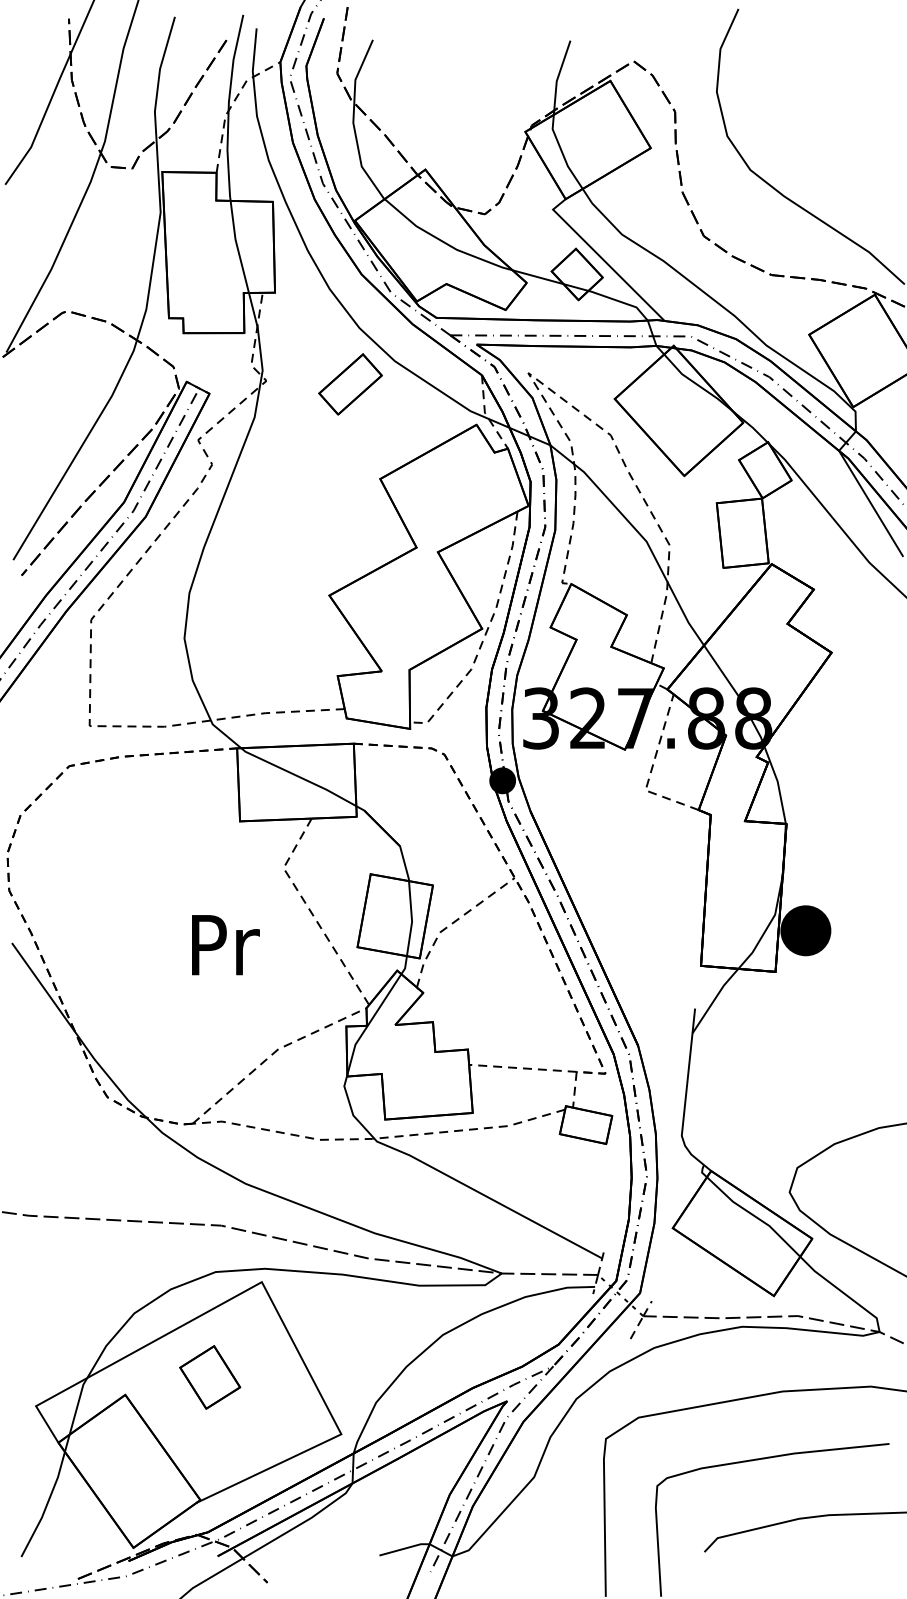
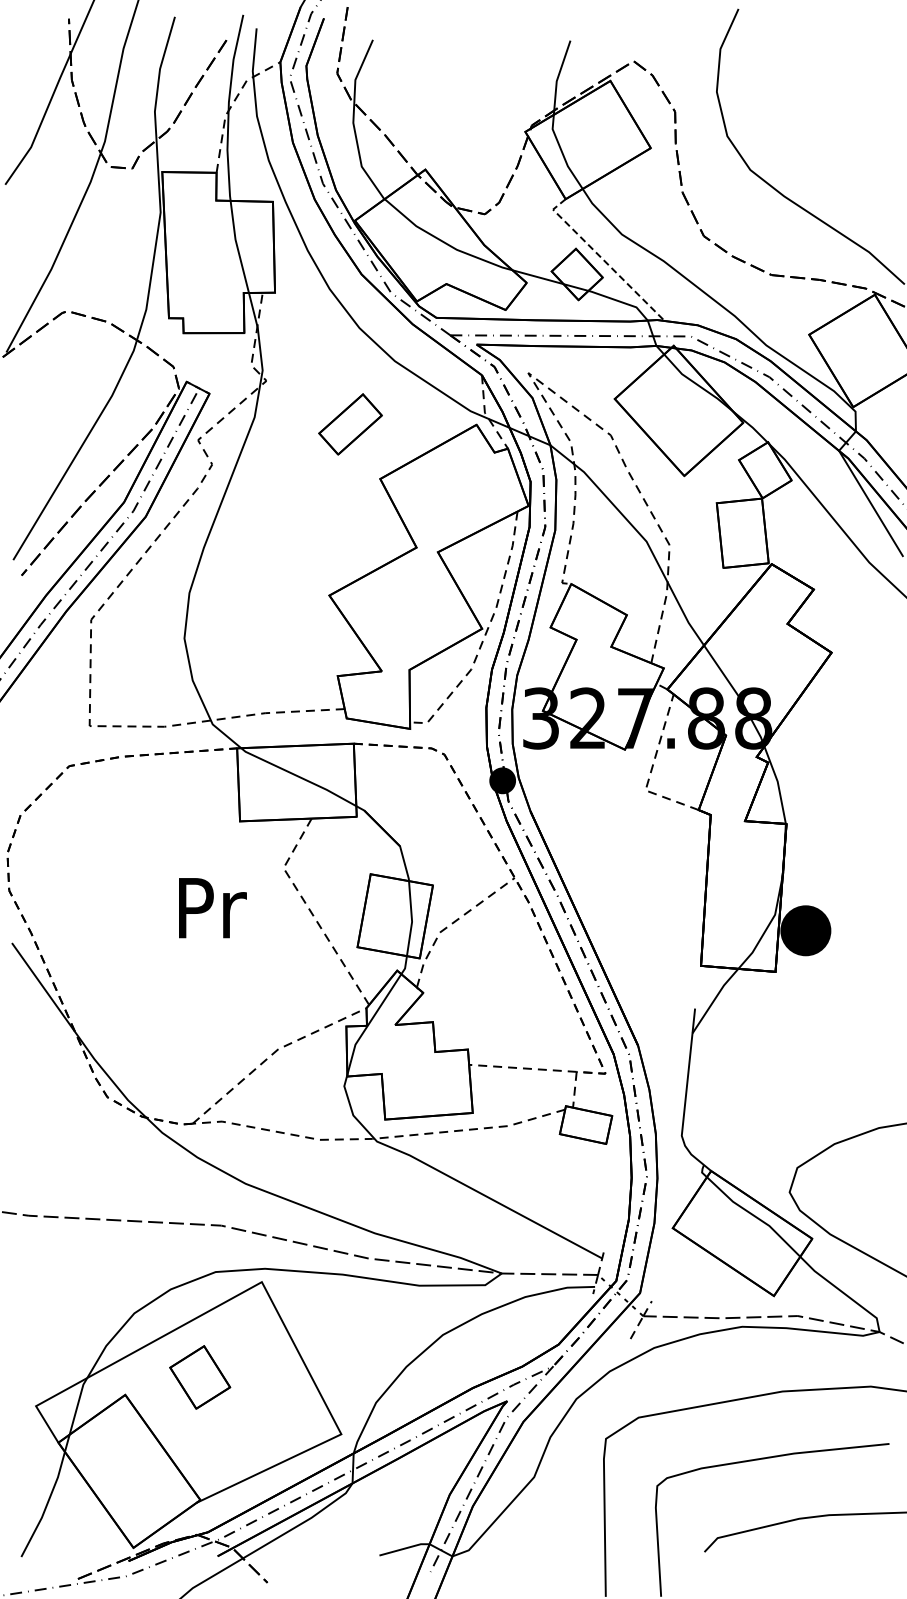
line at (602, 258): solid -> dashed
part at (350, 384) position: (350, 384) -> (350, 424)
text at (225, 945) position: (225, 945) -> (212, 908)
part at (210, 1377) position: (210, 1377) -> (200, 1377)
